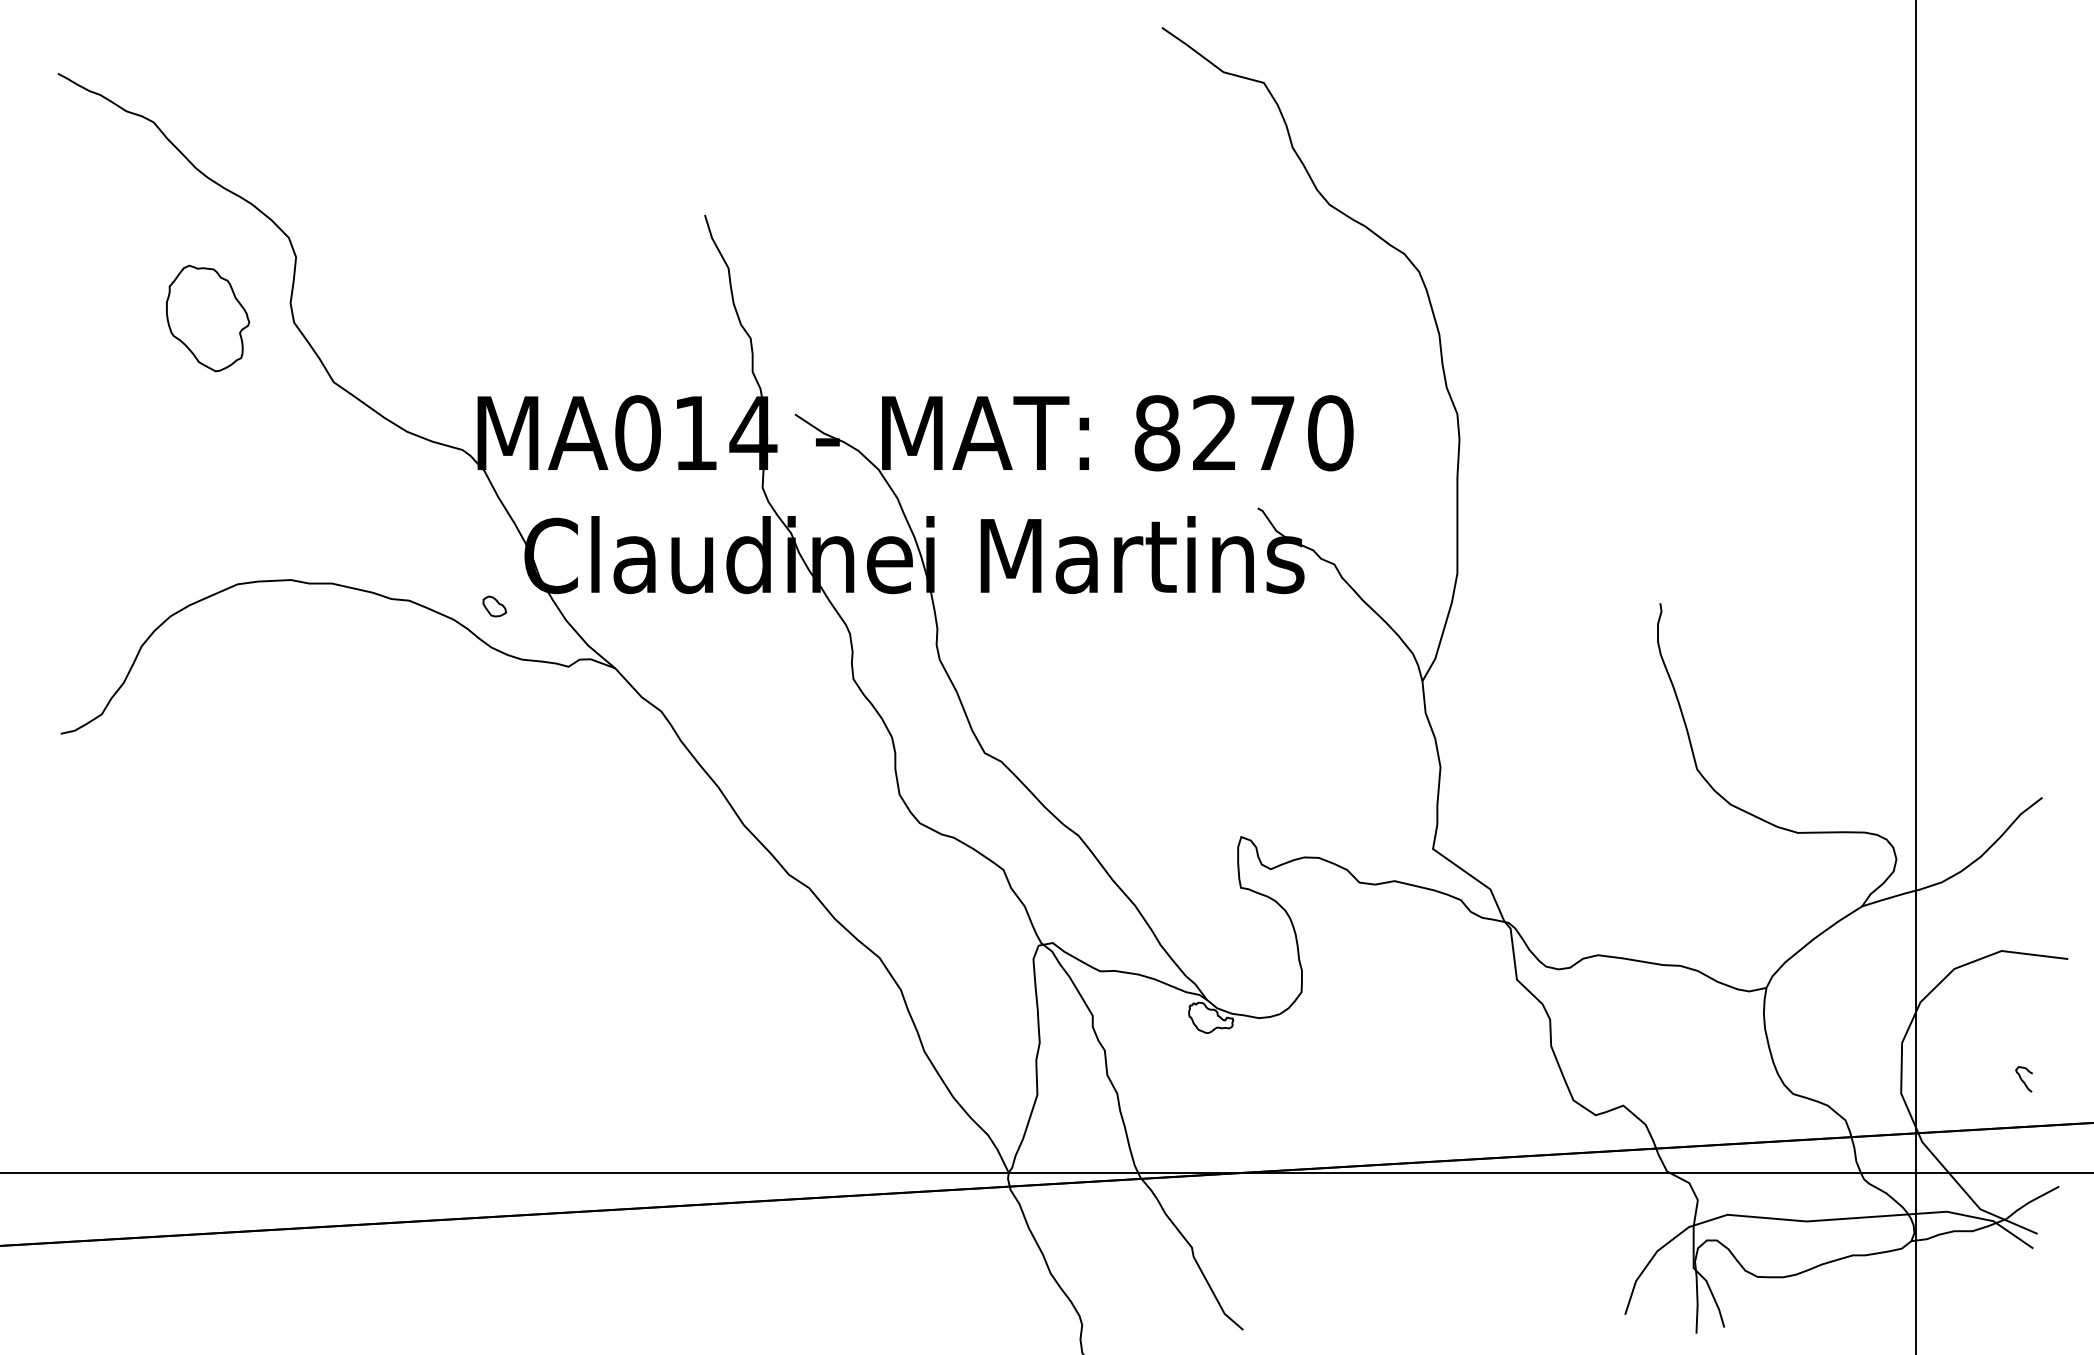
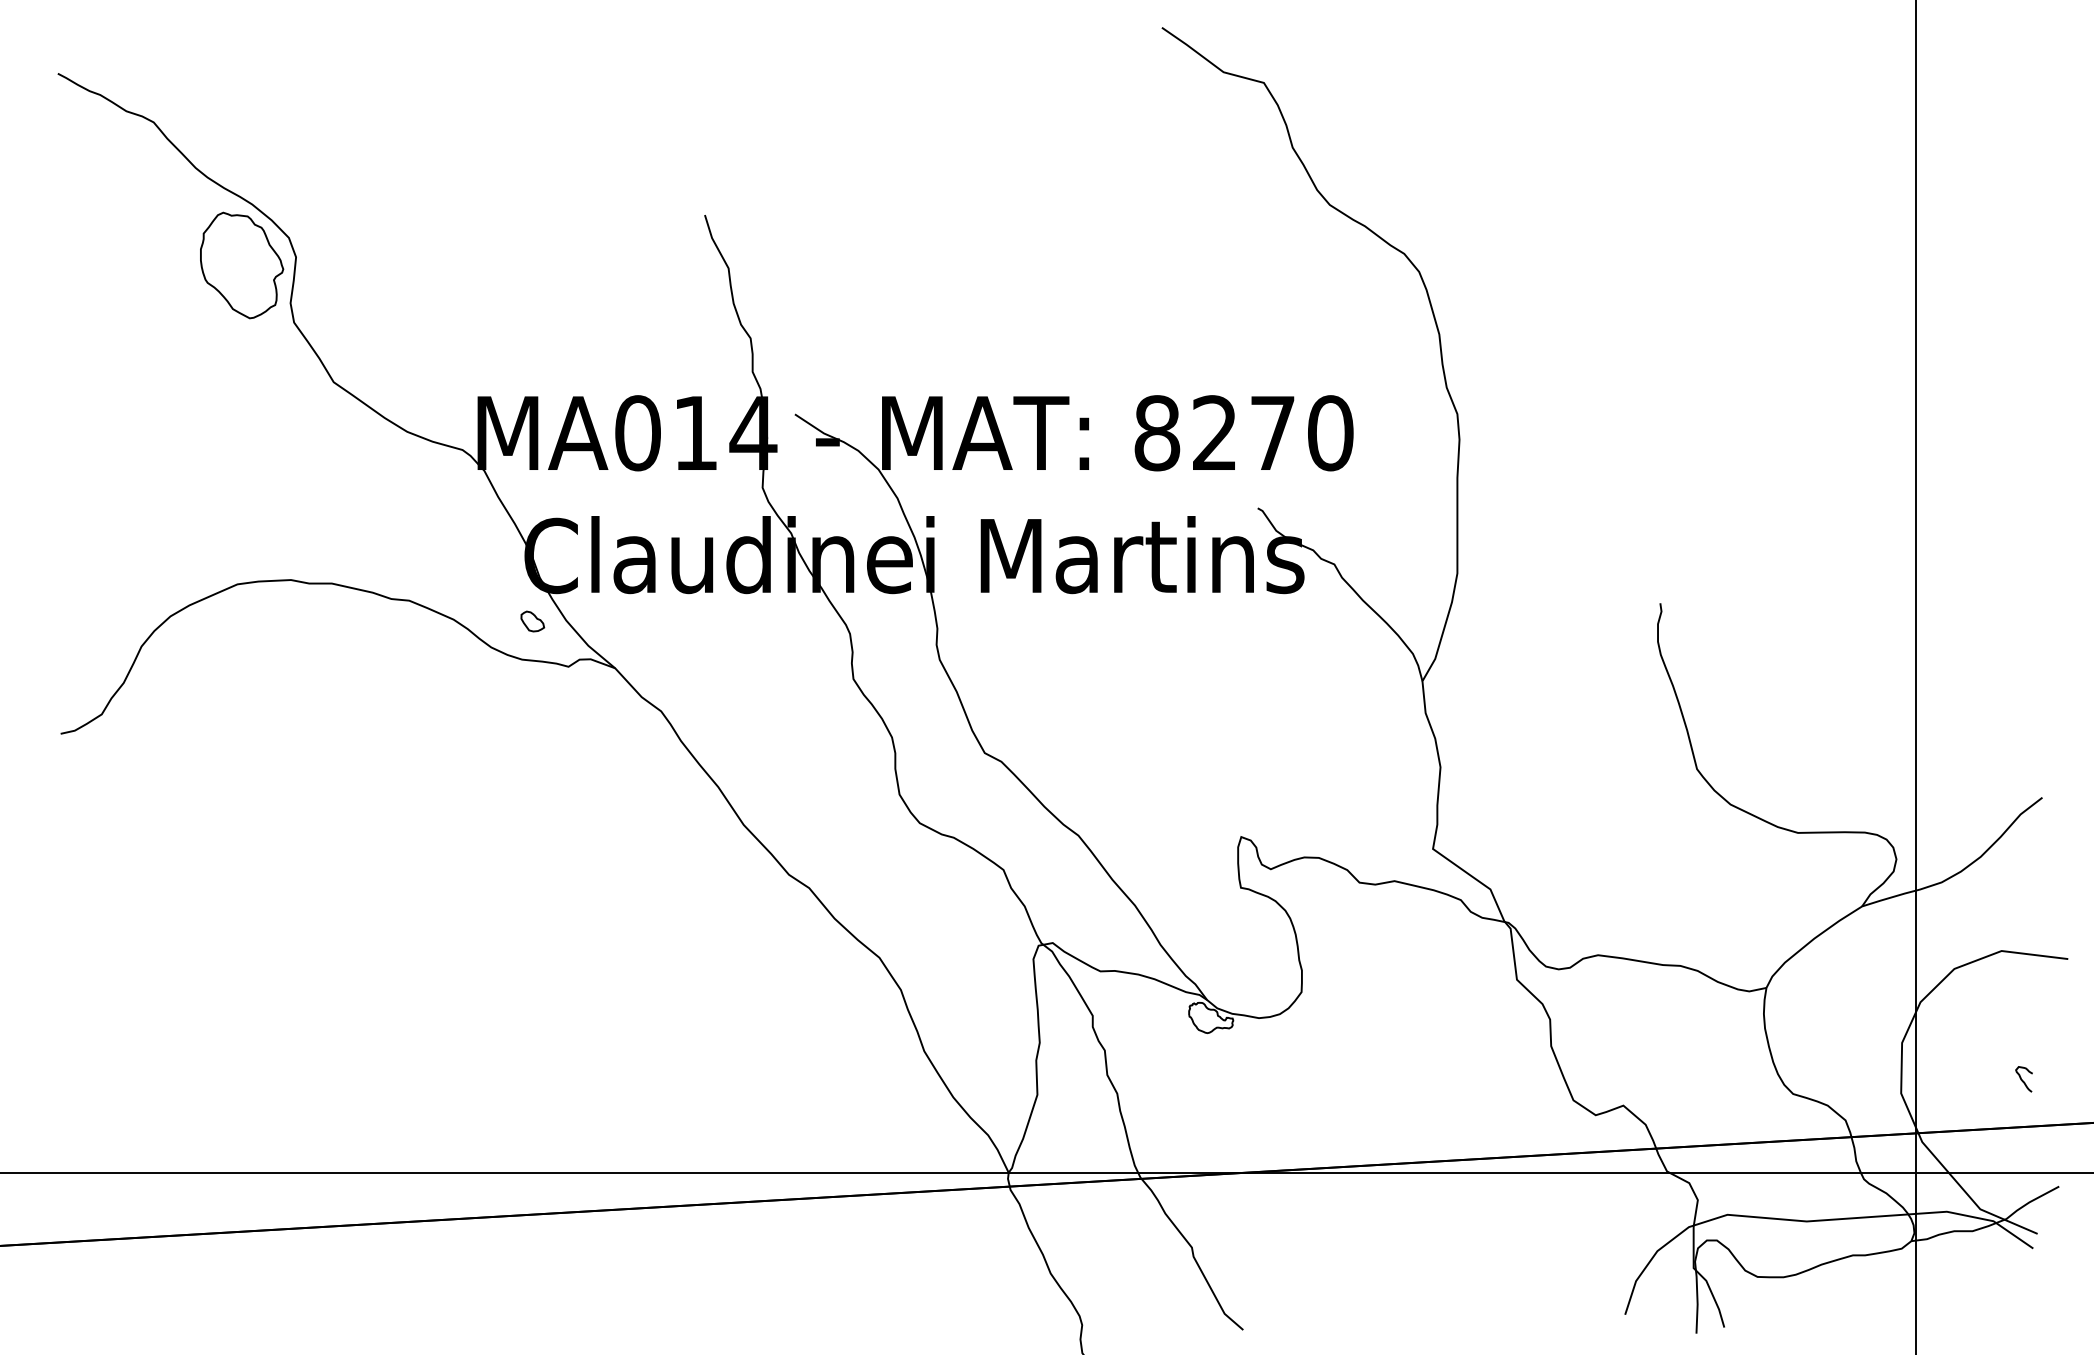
part at (208, 318) position: (208, 318) -> (242, 265)
part at (494, 606) position: (494, 606) -> (532, 621)
